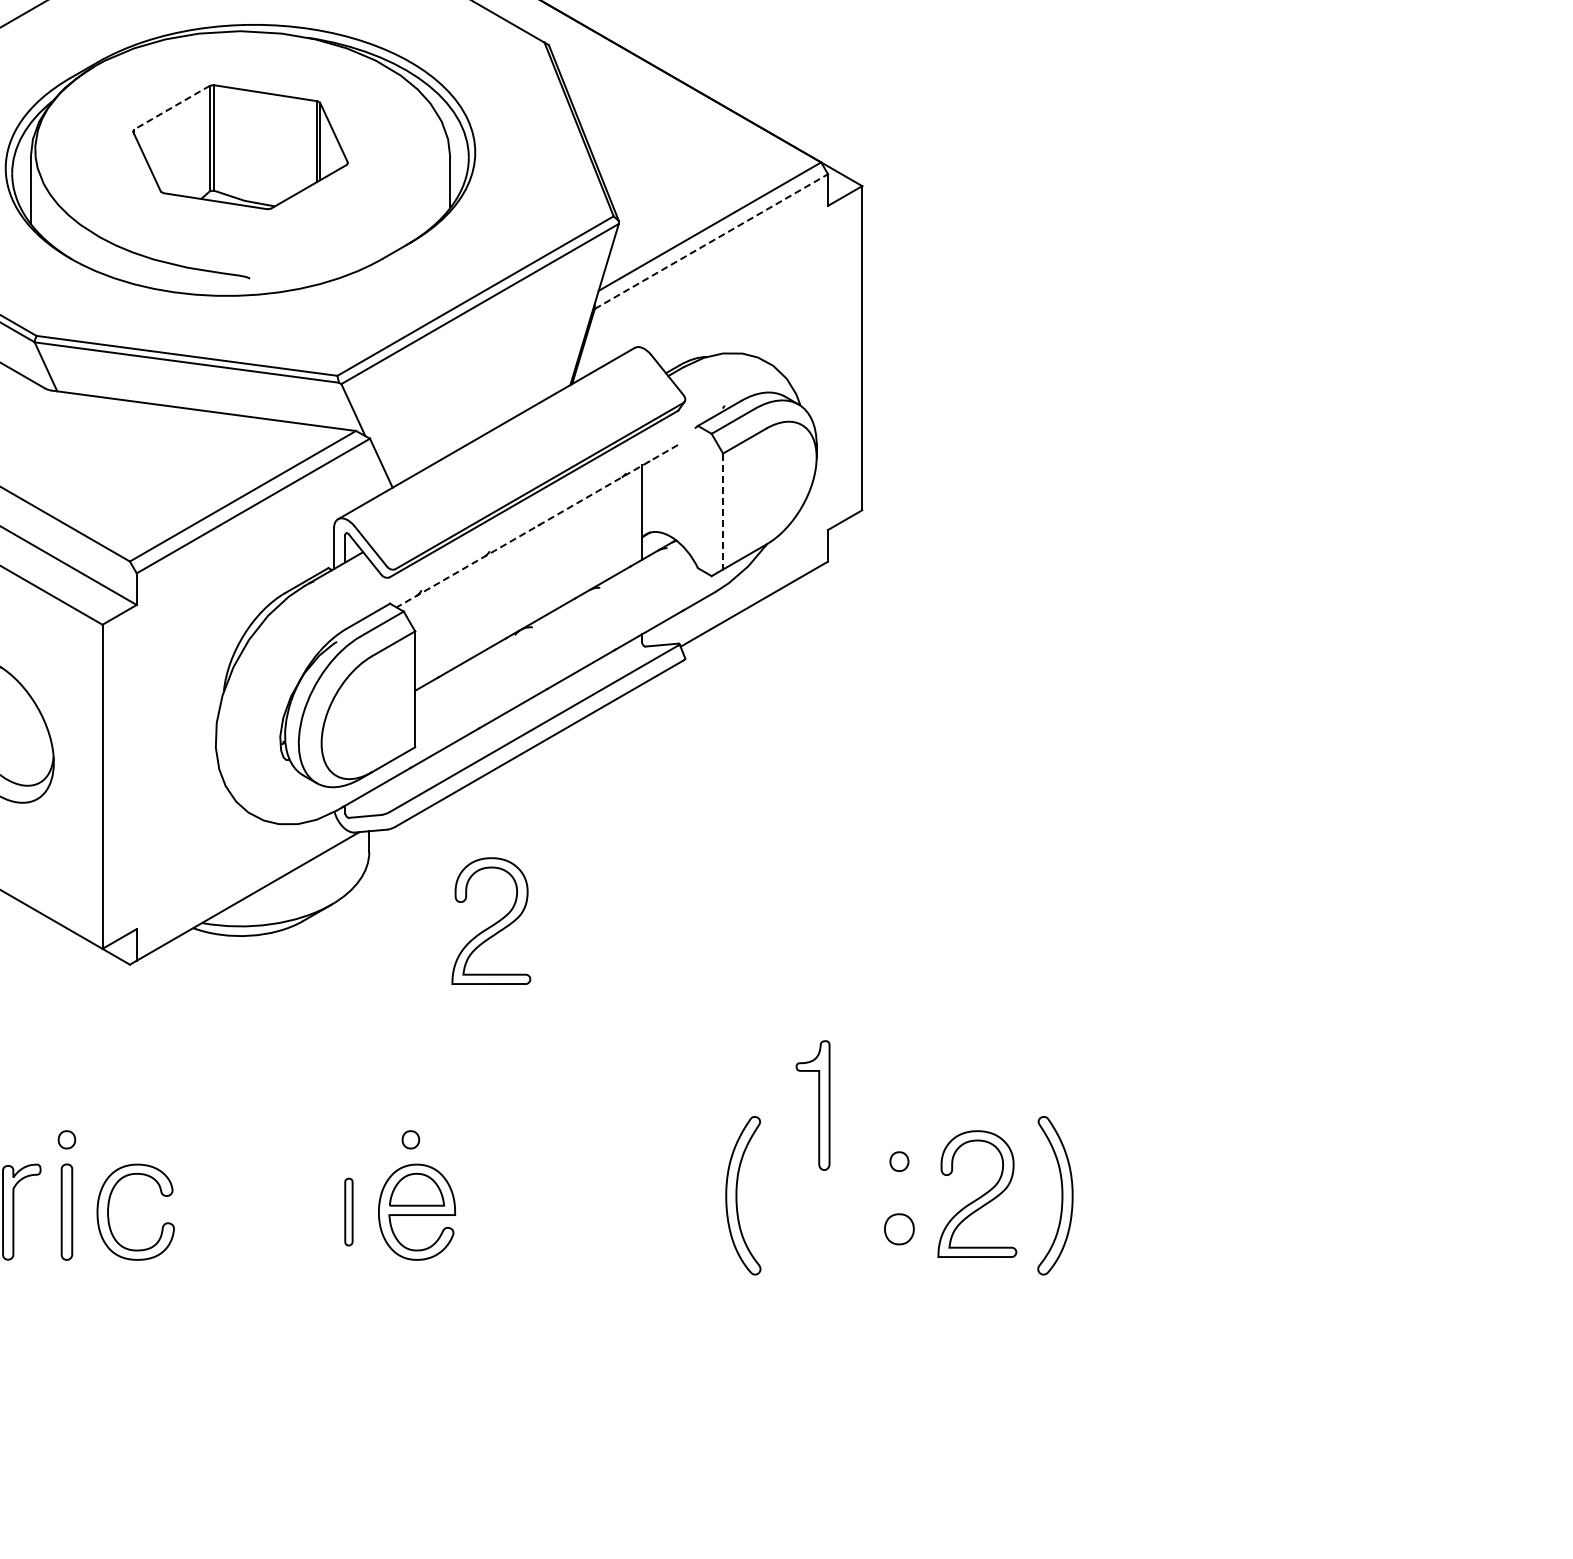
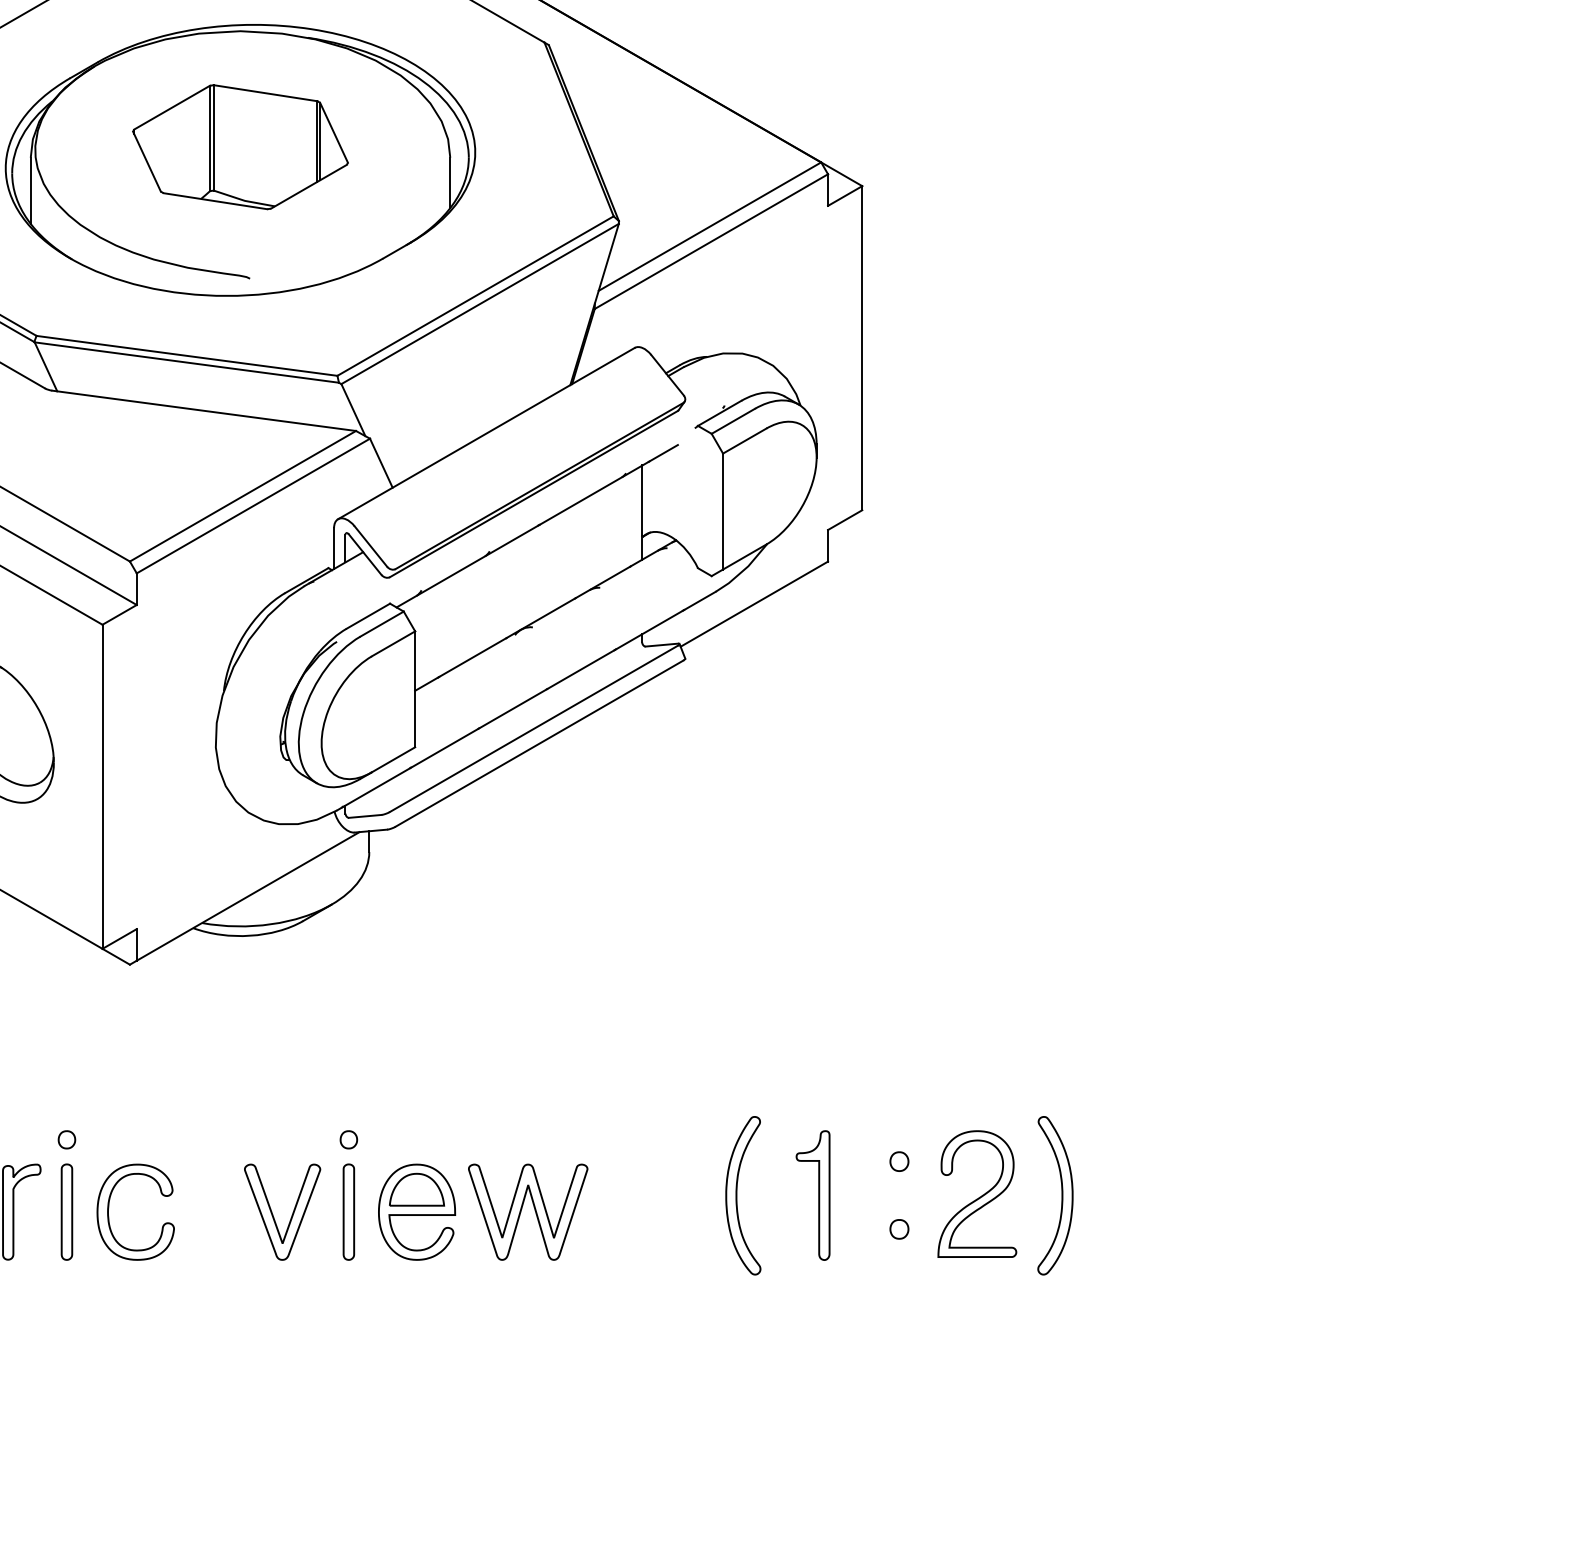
line at (172, 107): dashed -> solid
line at (711, 241): dashed -> solid
line at (723, 511): dashed -> solid
line at (536, 526): dashed -> solid
part at (491, 920): present -> none
part at (812, 1105) position: (812, 1105) -> (812, 1195)
part at (410, 1139) position: (410, 1139) -> (348, 1139)
part at (534, 1210): none -> present
part at (348, 1211) size: 10x70 px -> 14x98 px
part at (273, 1214): none -> present
part at (899, 1229) size: 31x33 px -> 21x21 px
